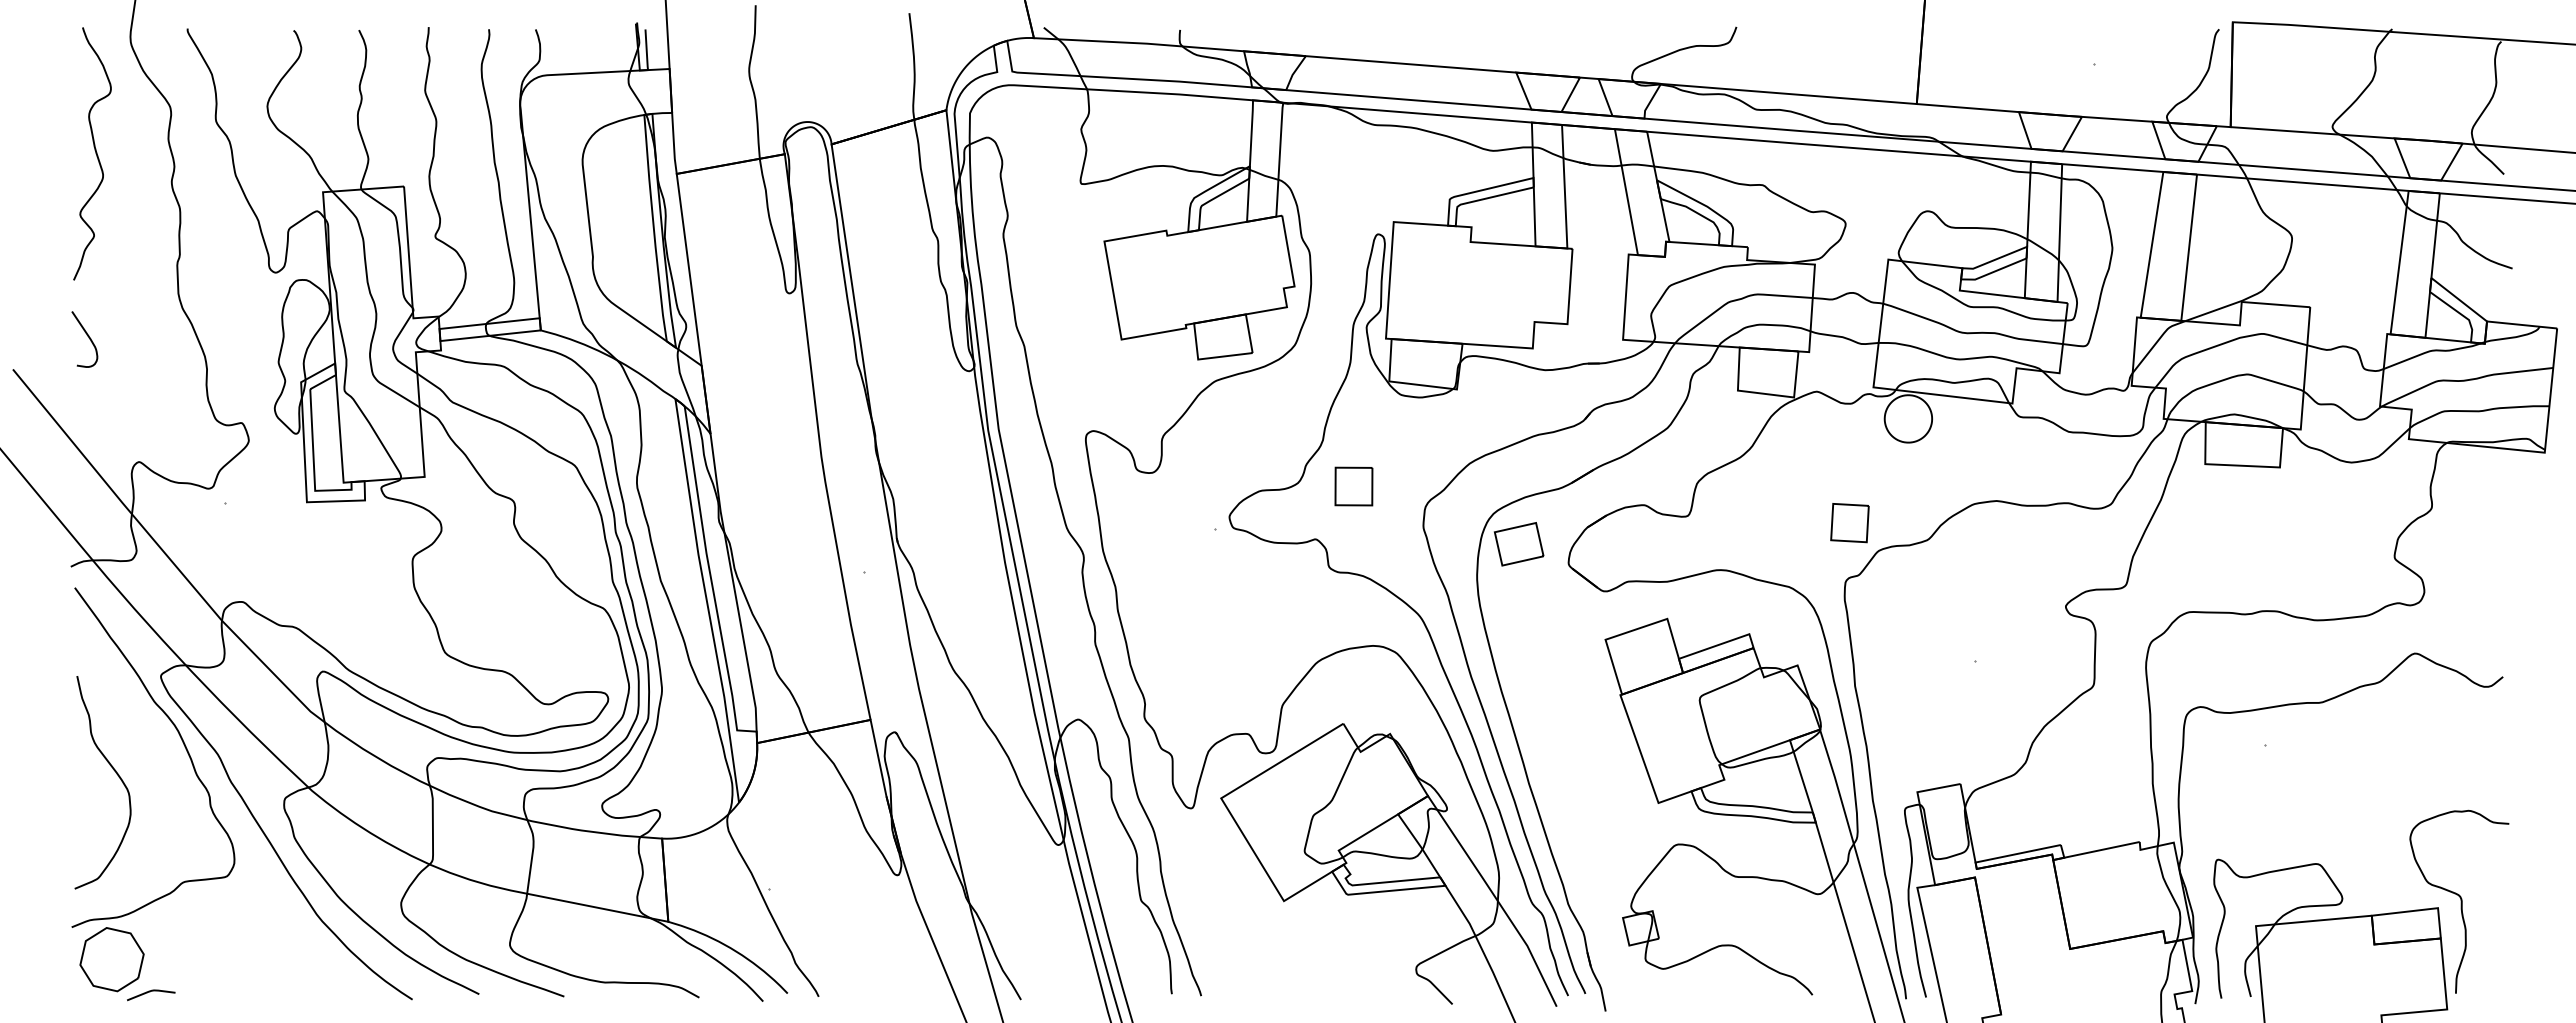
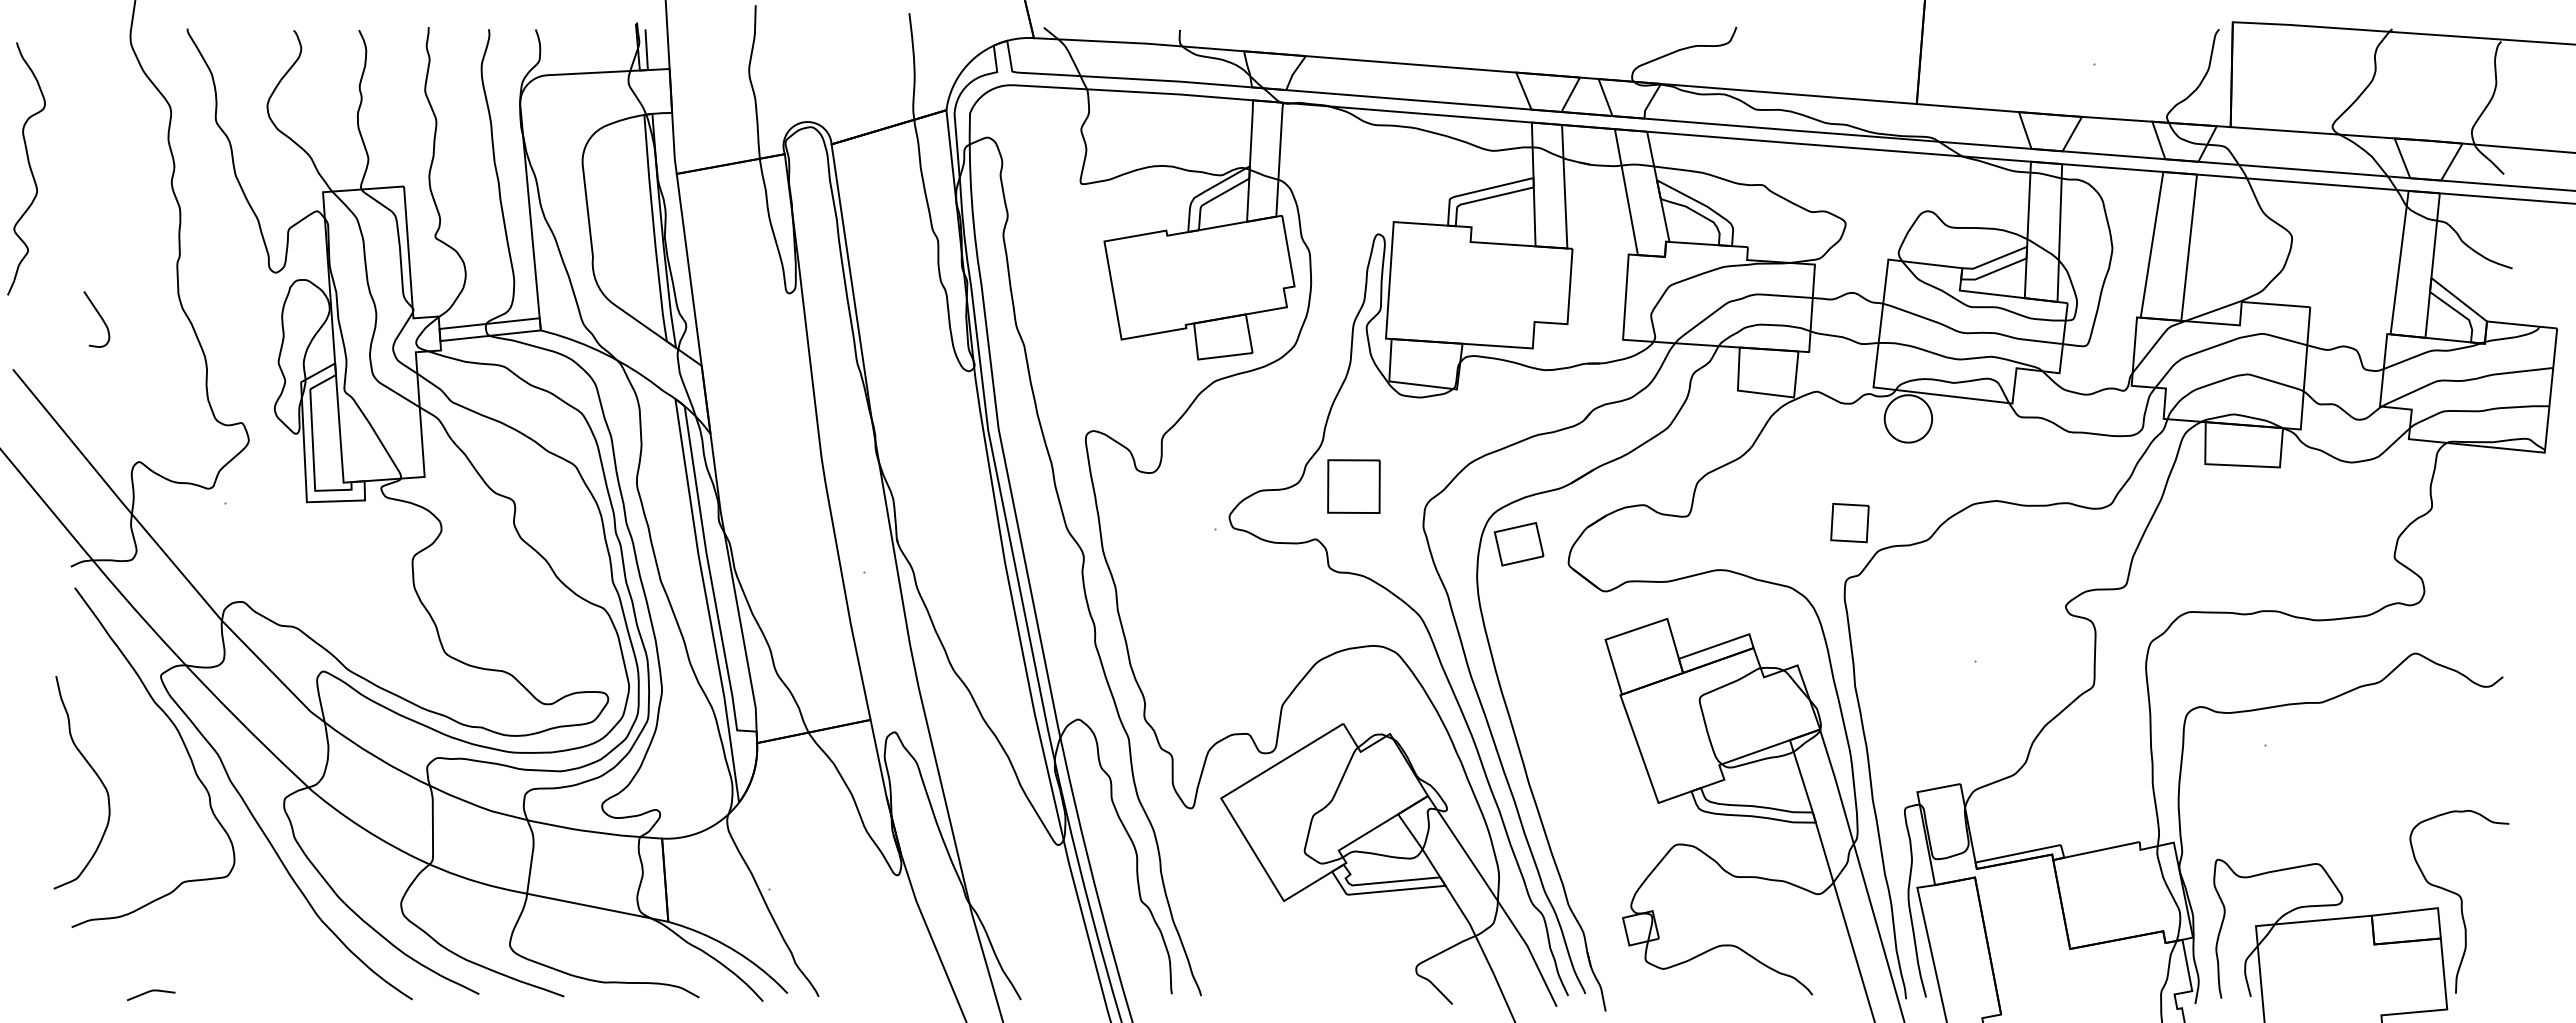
curve at (95, 153) position: (95, 153) -> (29, 168)
curve at (88, 338) position: (88, 338) -> (100, 318)
part at (1353, 486) size: 40x41 px -> 54x55 px
curve at (116, 774) position: (116, 774) -> (95, 774)
part at (111, 959): present -> none
